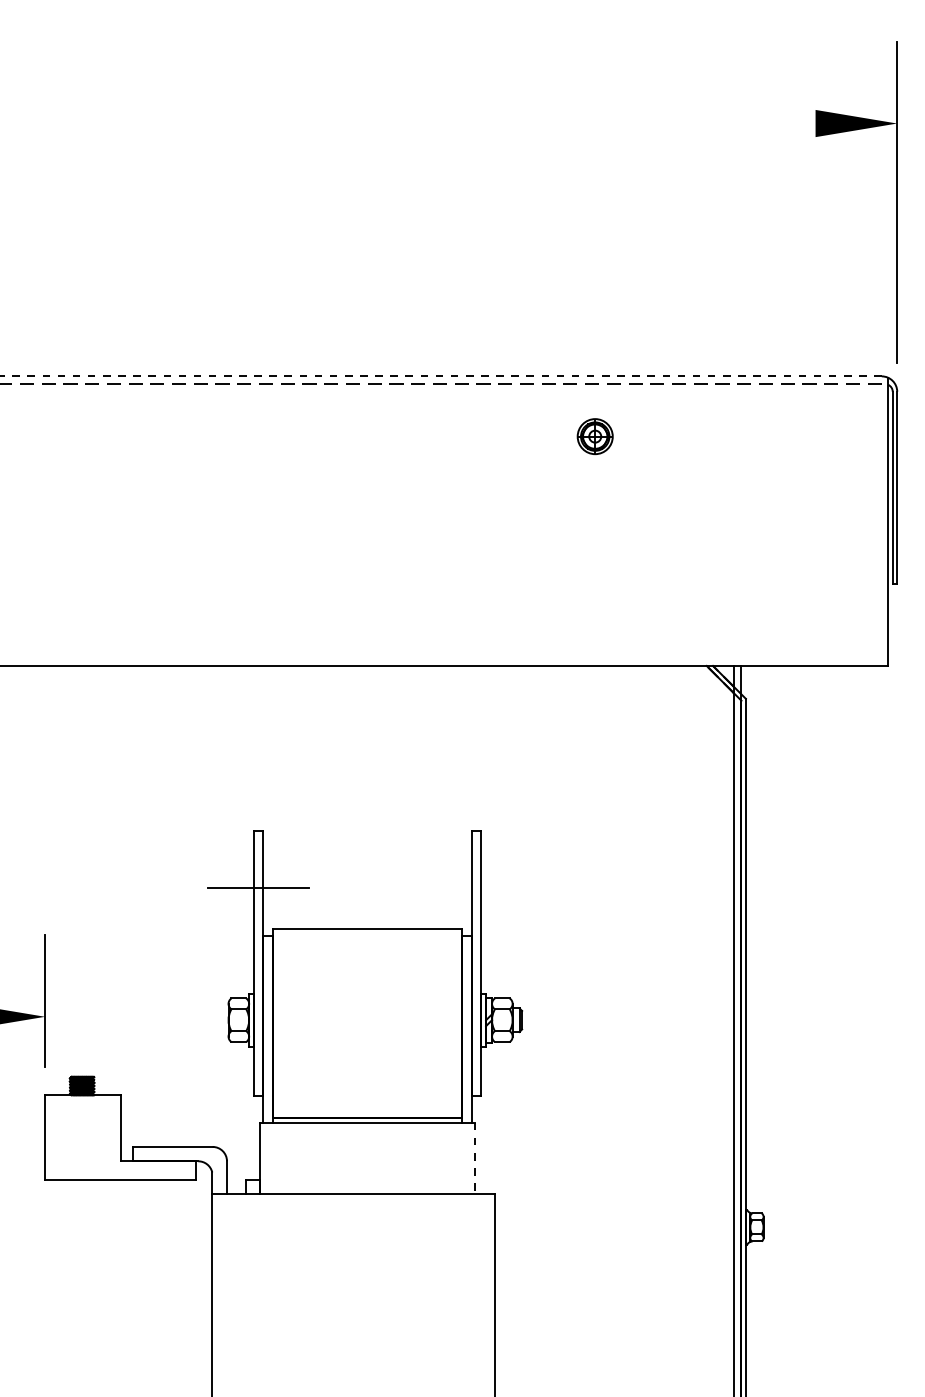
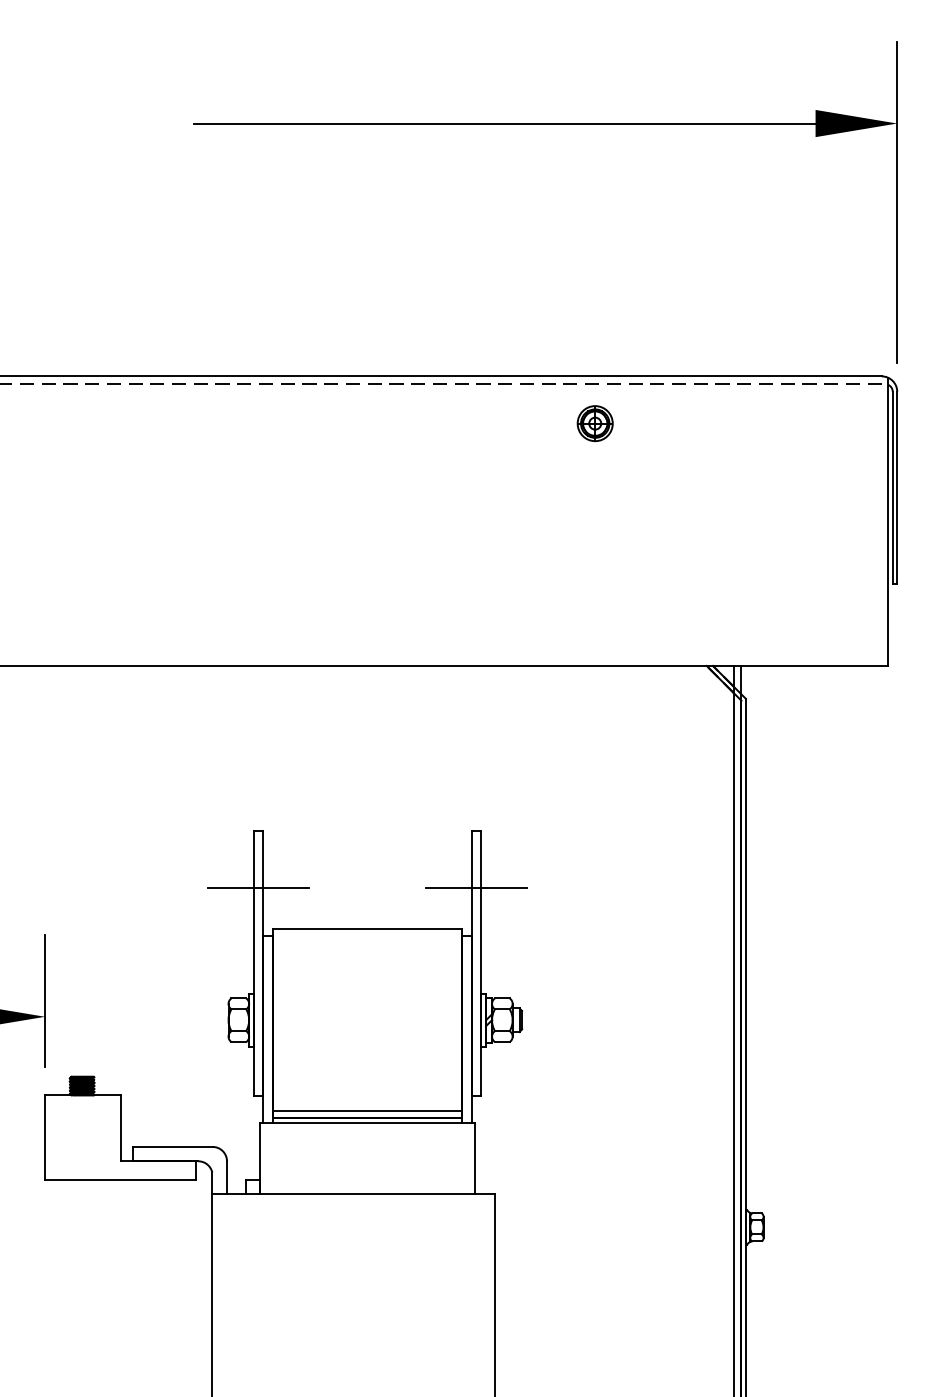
line at (504, 123): none -> present
line at (440, 376): dashed -> solid
part at (594, 436) position: (594, 436) -> (594, 423)
line at (476, 887): none -> present
line at (367, 1110): none -> present
line at (475, 1158): dashed -> solid
